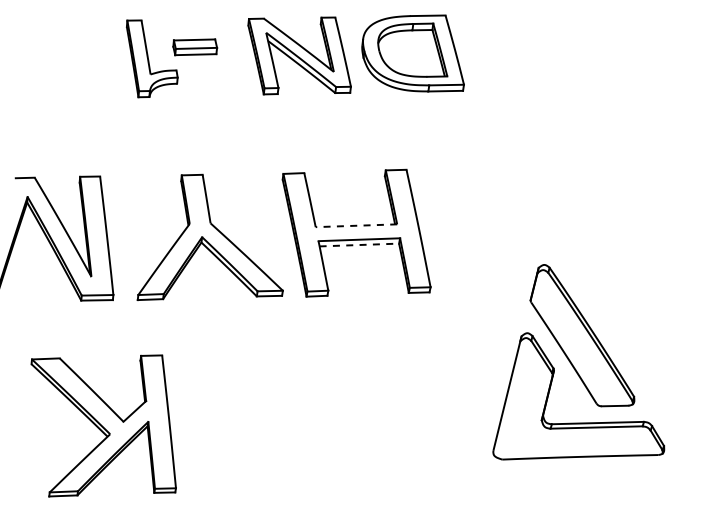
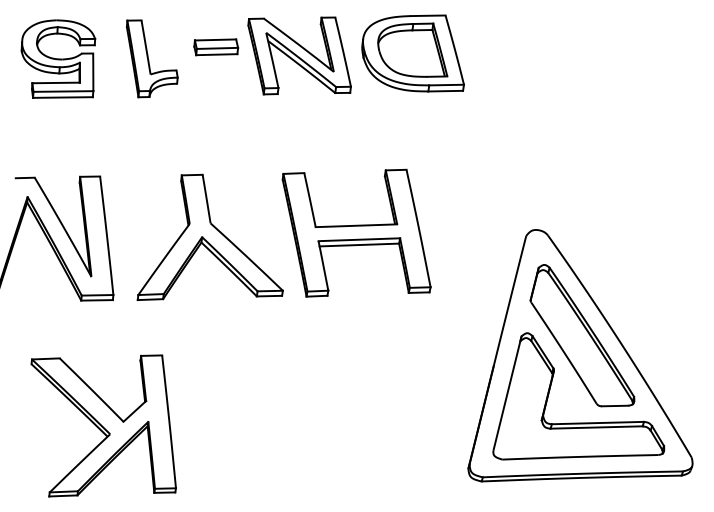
part at (195, 47) position: (195, 47) -> (216, 47)
part at (58, 58): none -> present
line at (356, 225): dashed -> solid
line at (359, 245): dashed -> solid
part at (580, 355): none -> present
